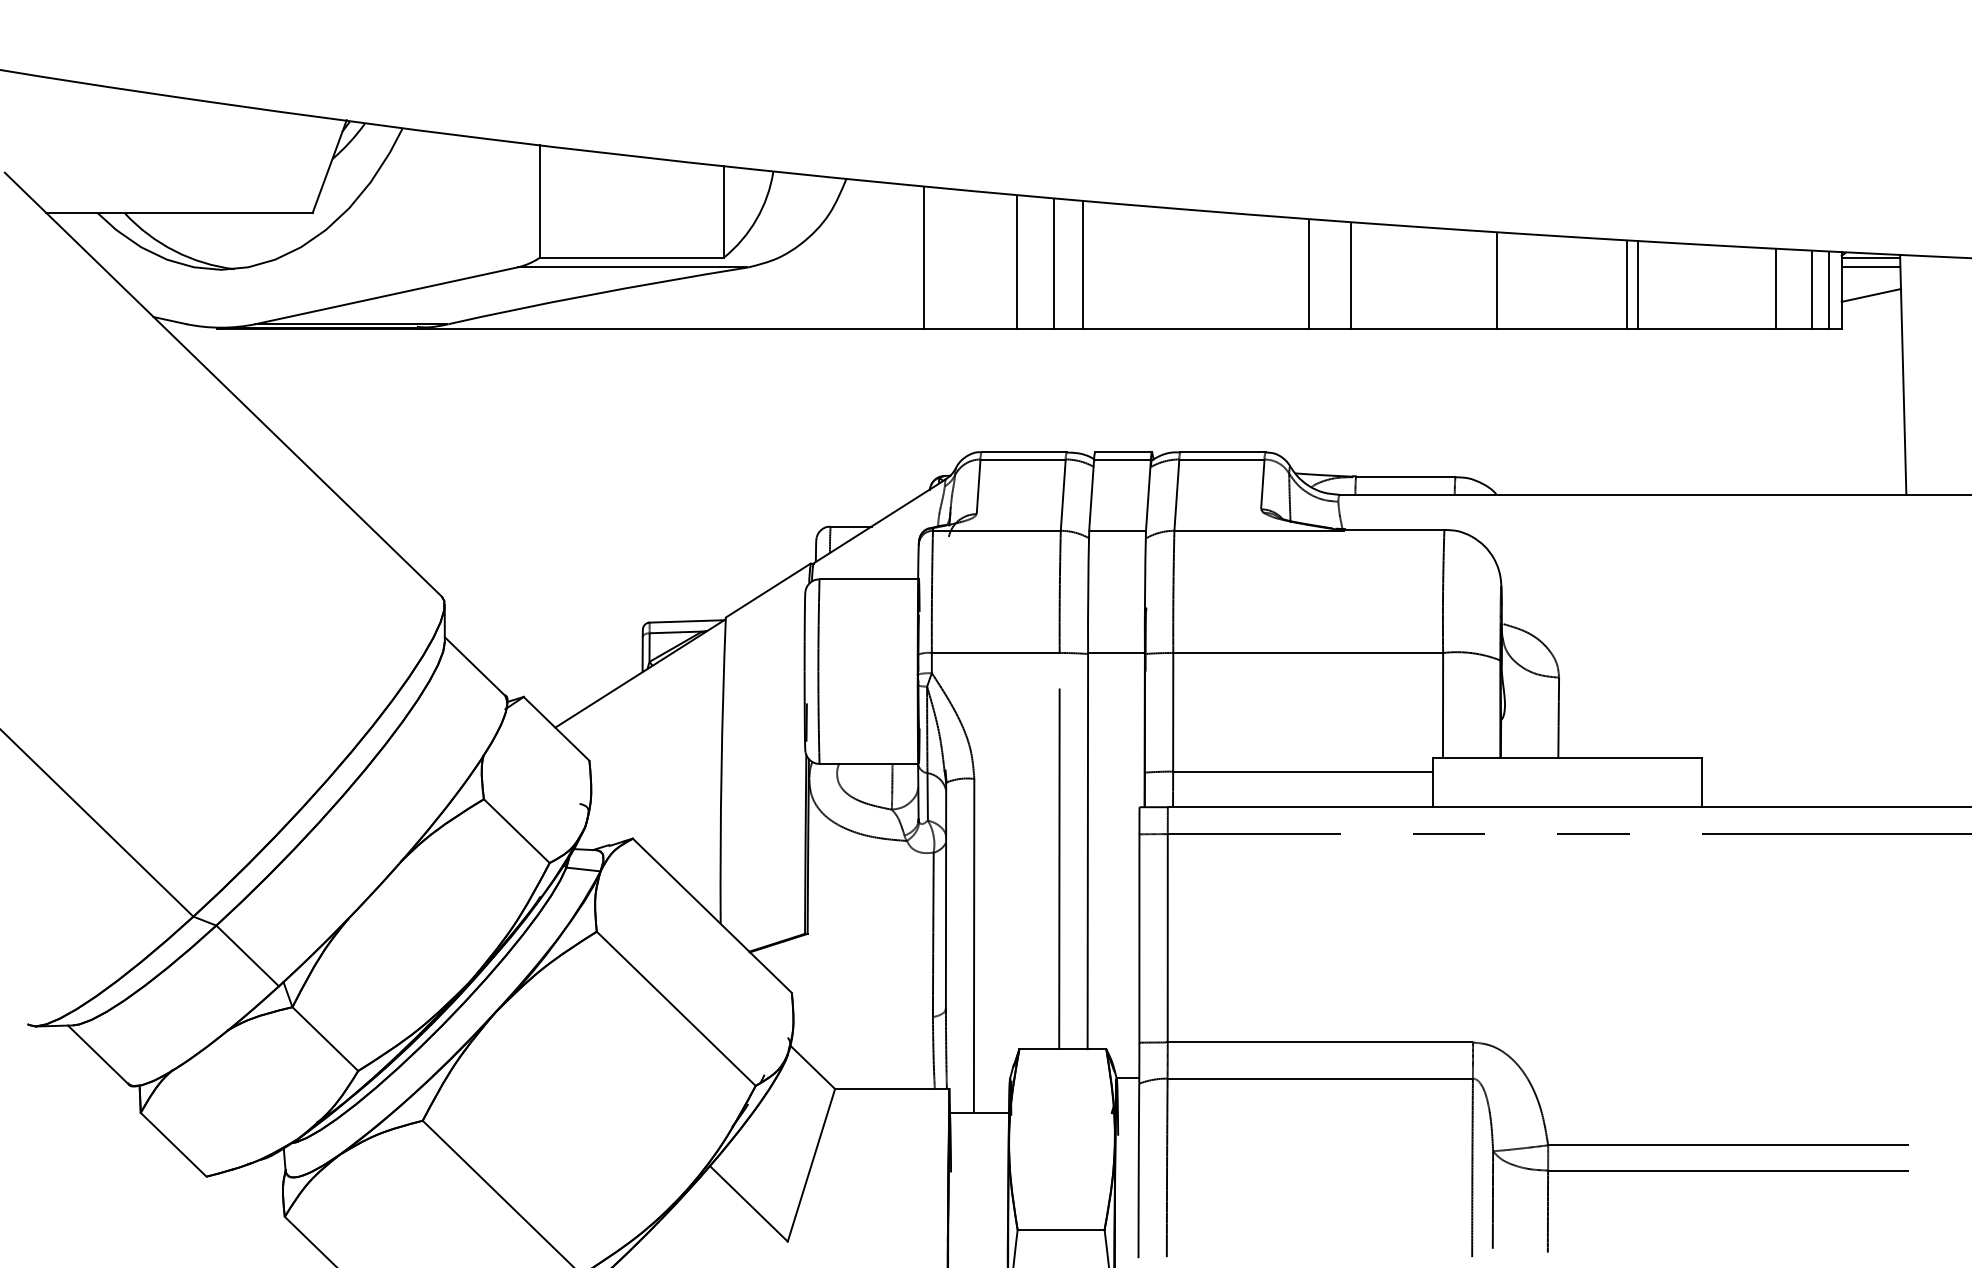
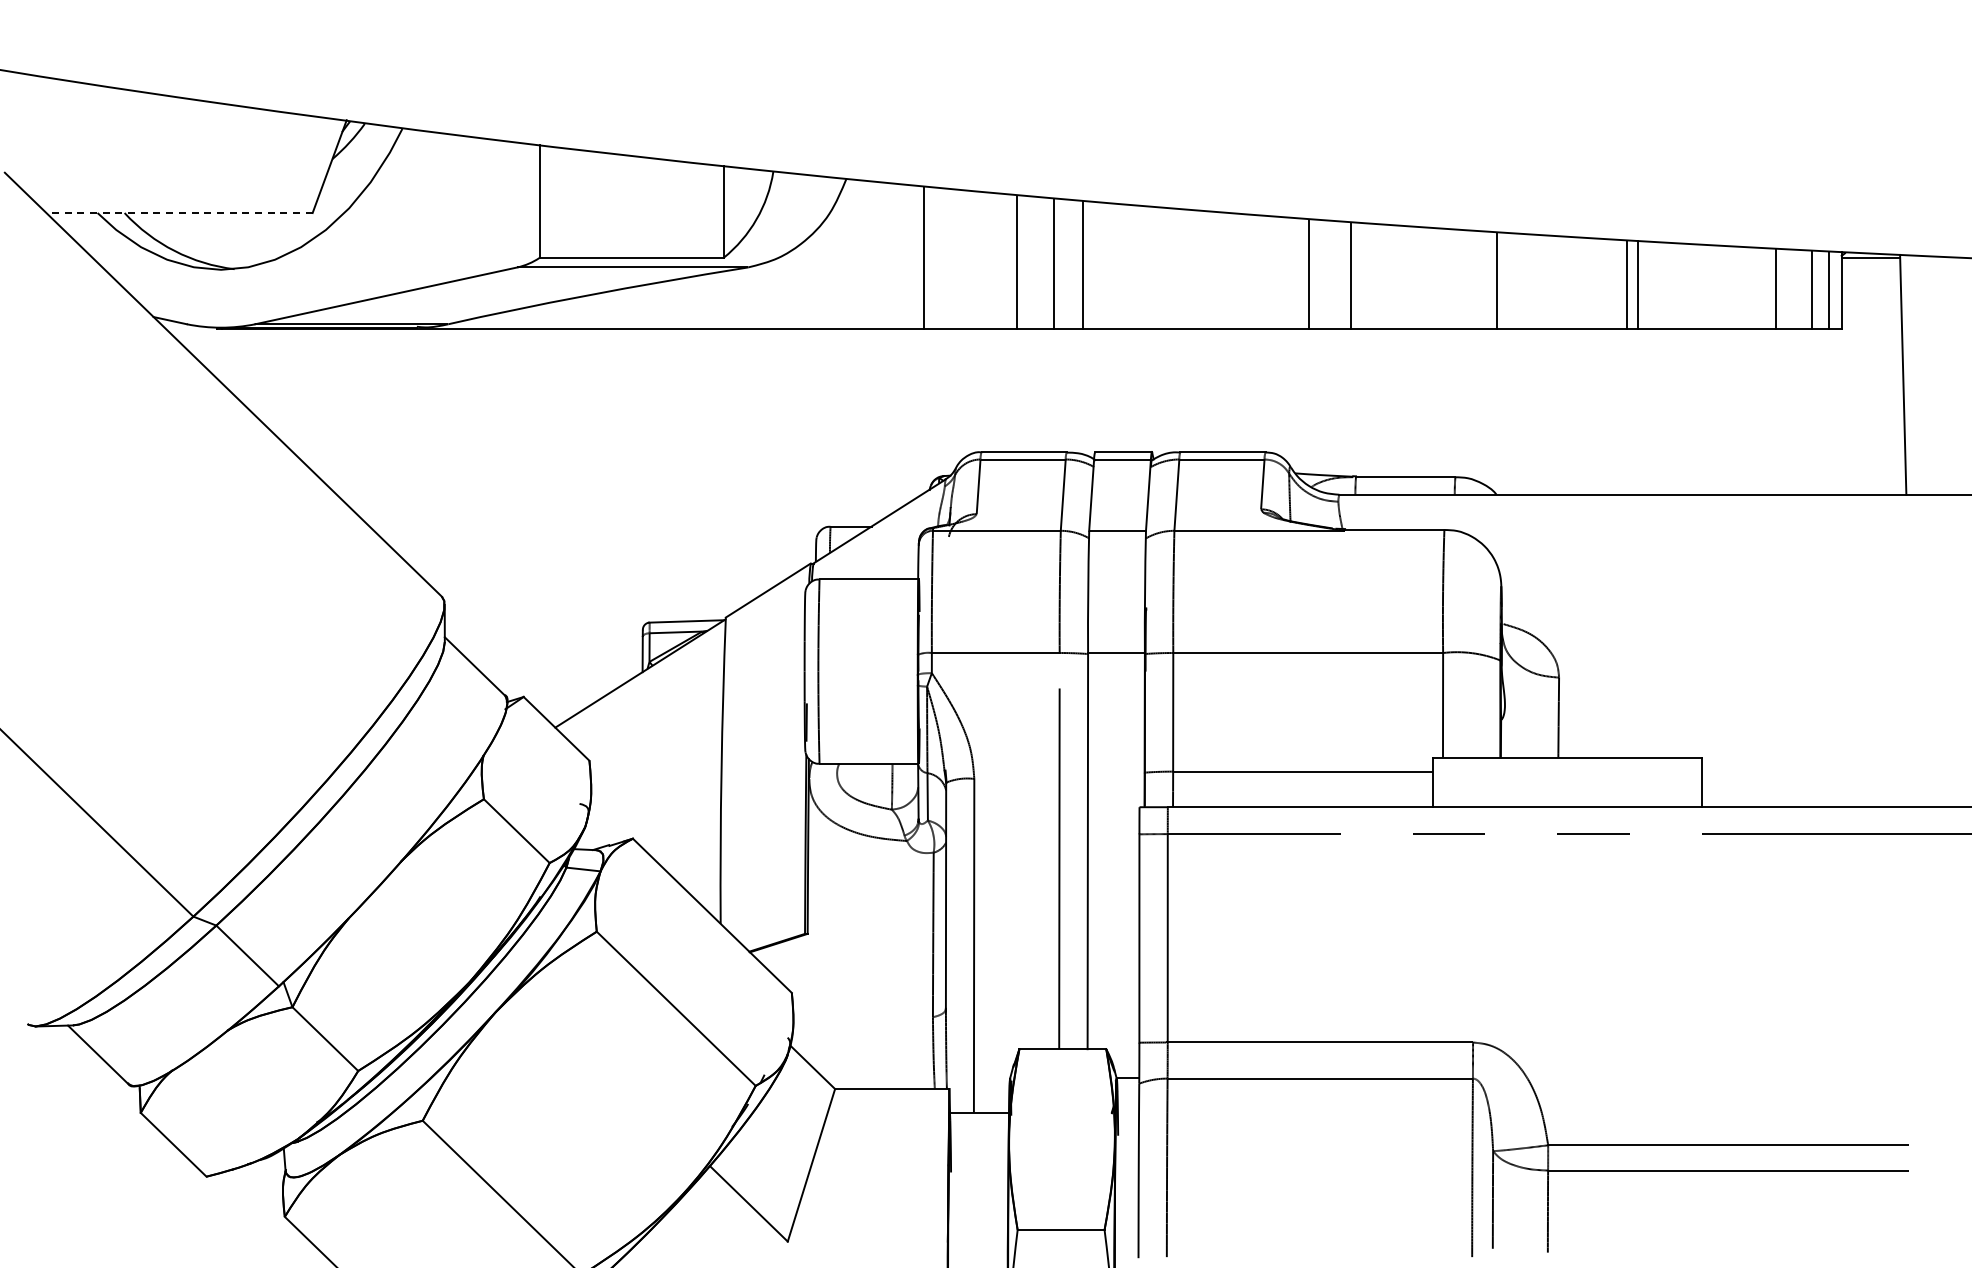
line at (179, 213): solid -> dashed
line at (1870, 267): present -> none
line at (1870, 295): present -> none
